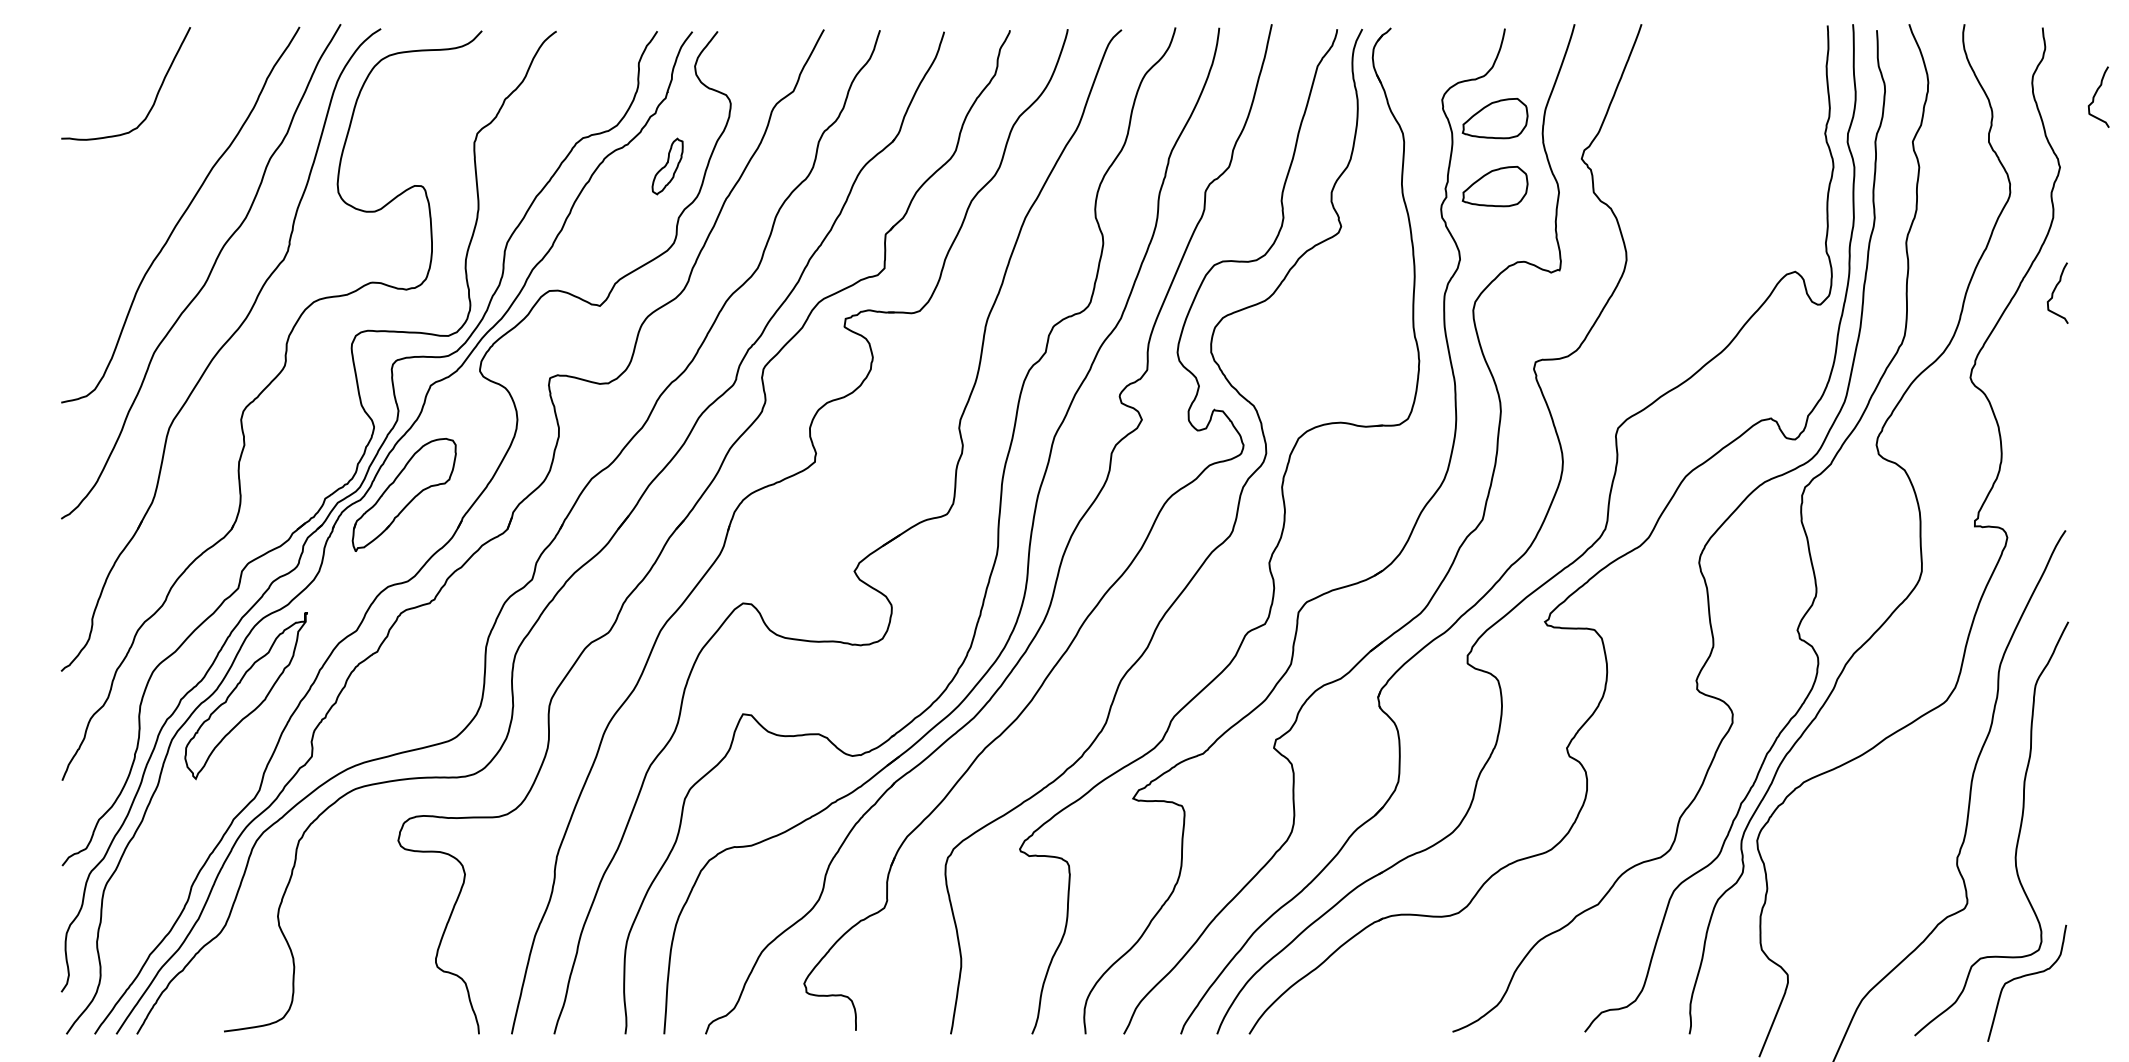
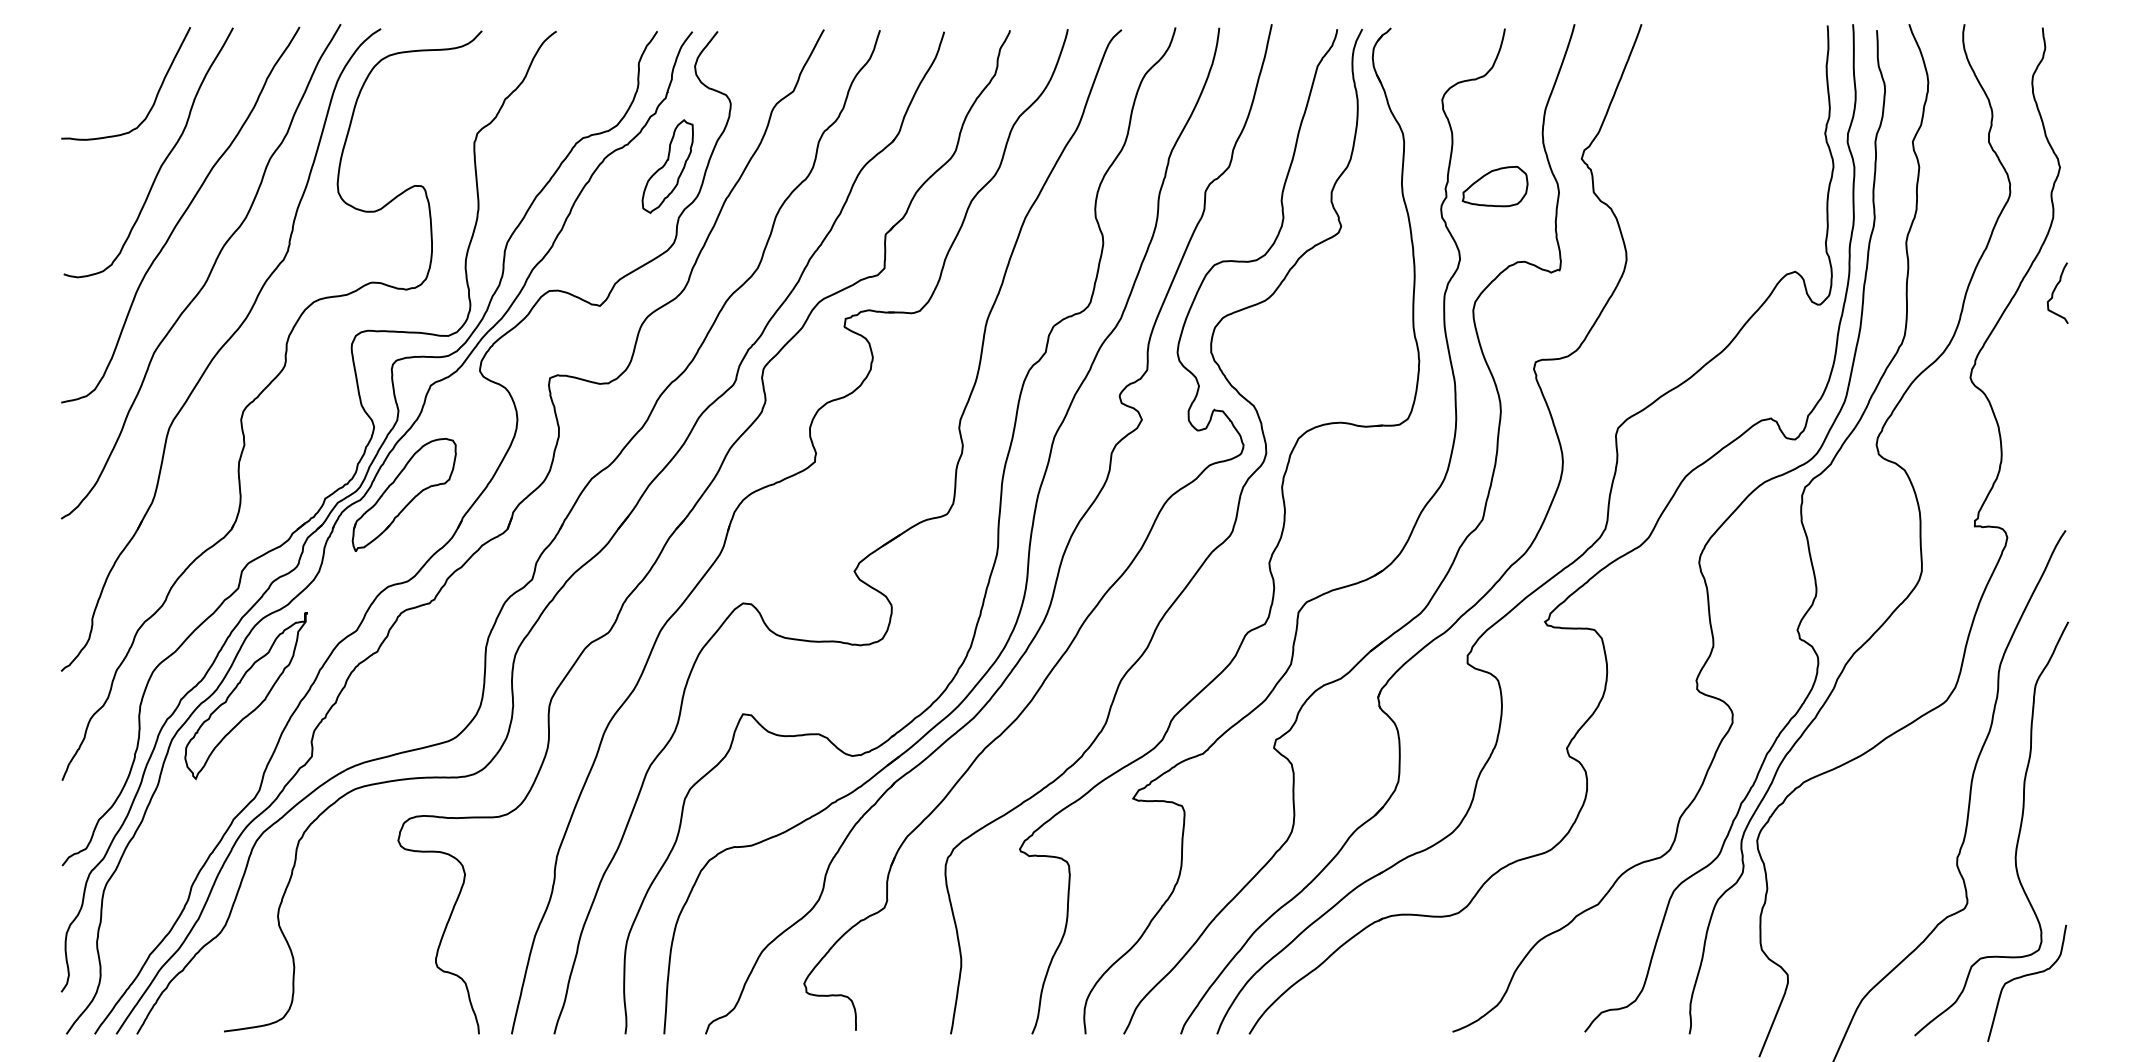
curve at (2096, 94): present -> none
part at (1494, 118): present -> none
curve at (161, 163): none -> present
part at (667, 166) size: 33x59 px -> 53x95 px
